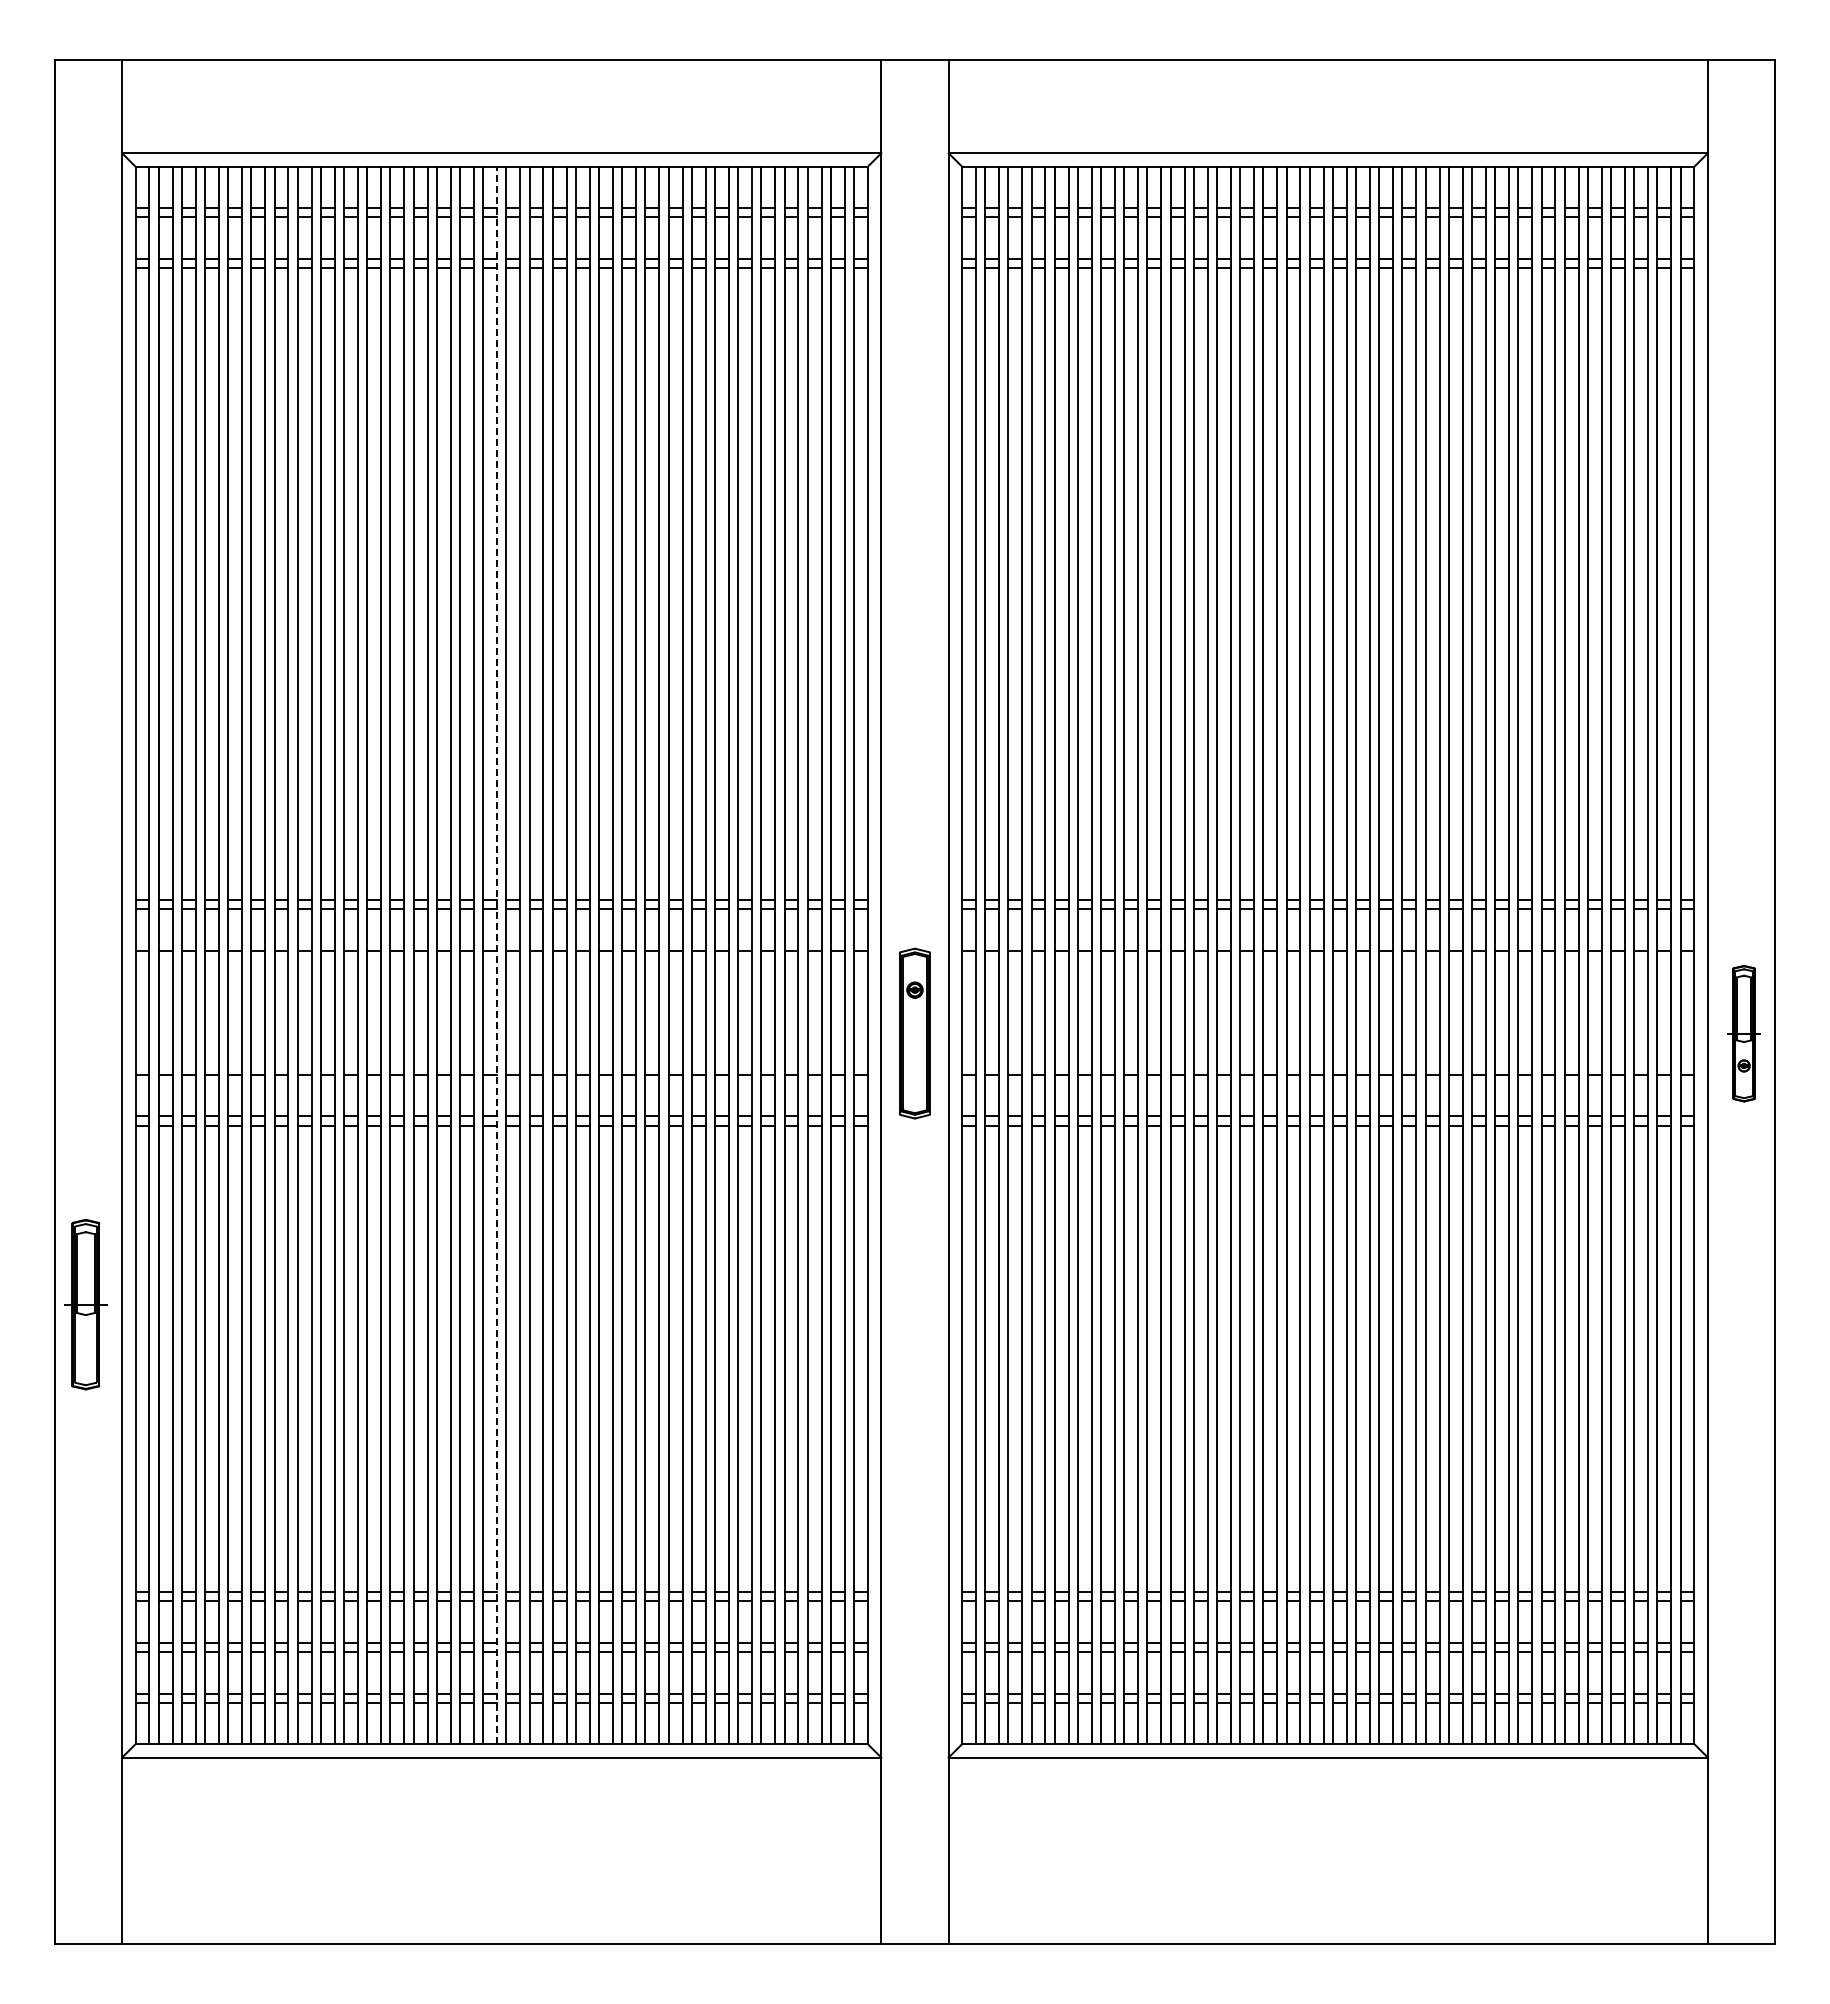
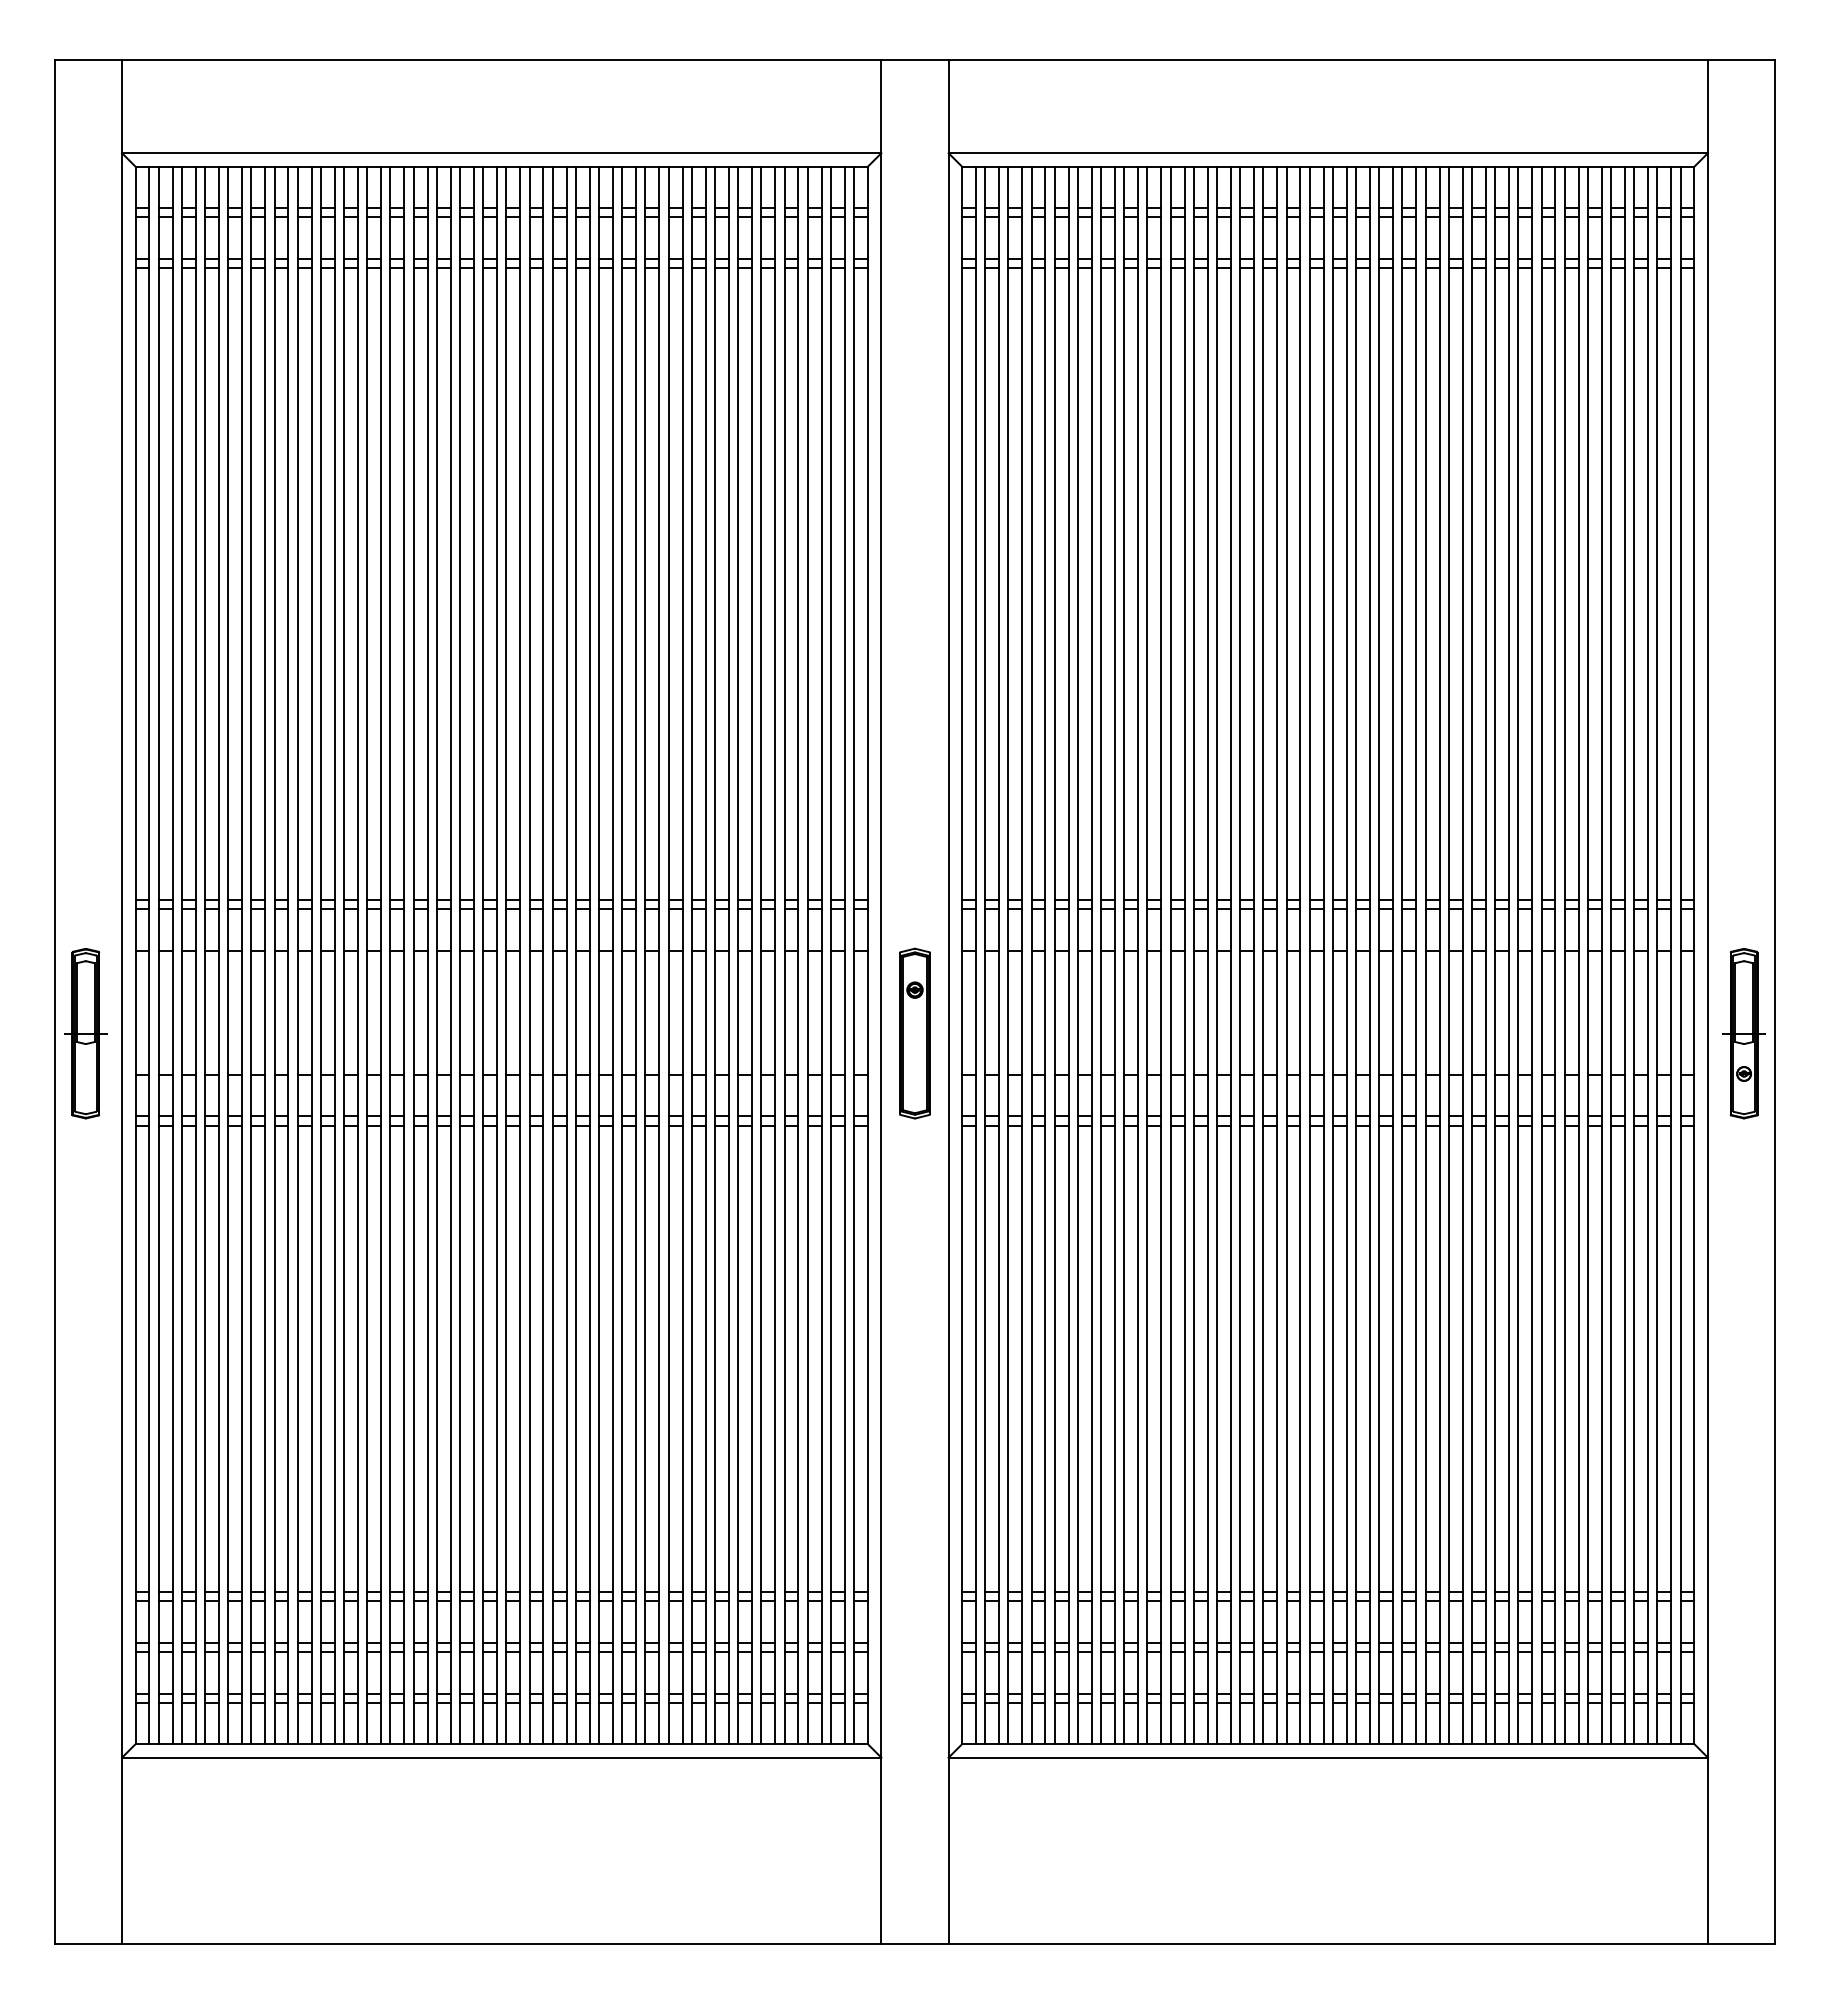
line at (497, 955): dashed -> solid
part at (1743, 1033) size: 34x138 px -> 44x172 px
part at (85, 1304) position: (85, 1304) -> (85, 1033)
